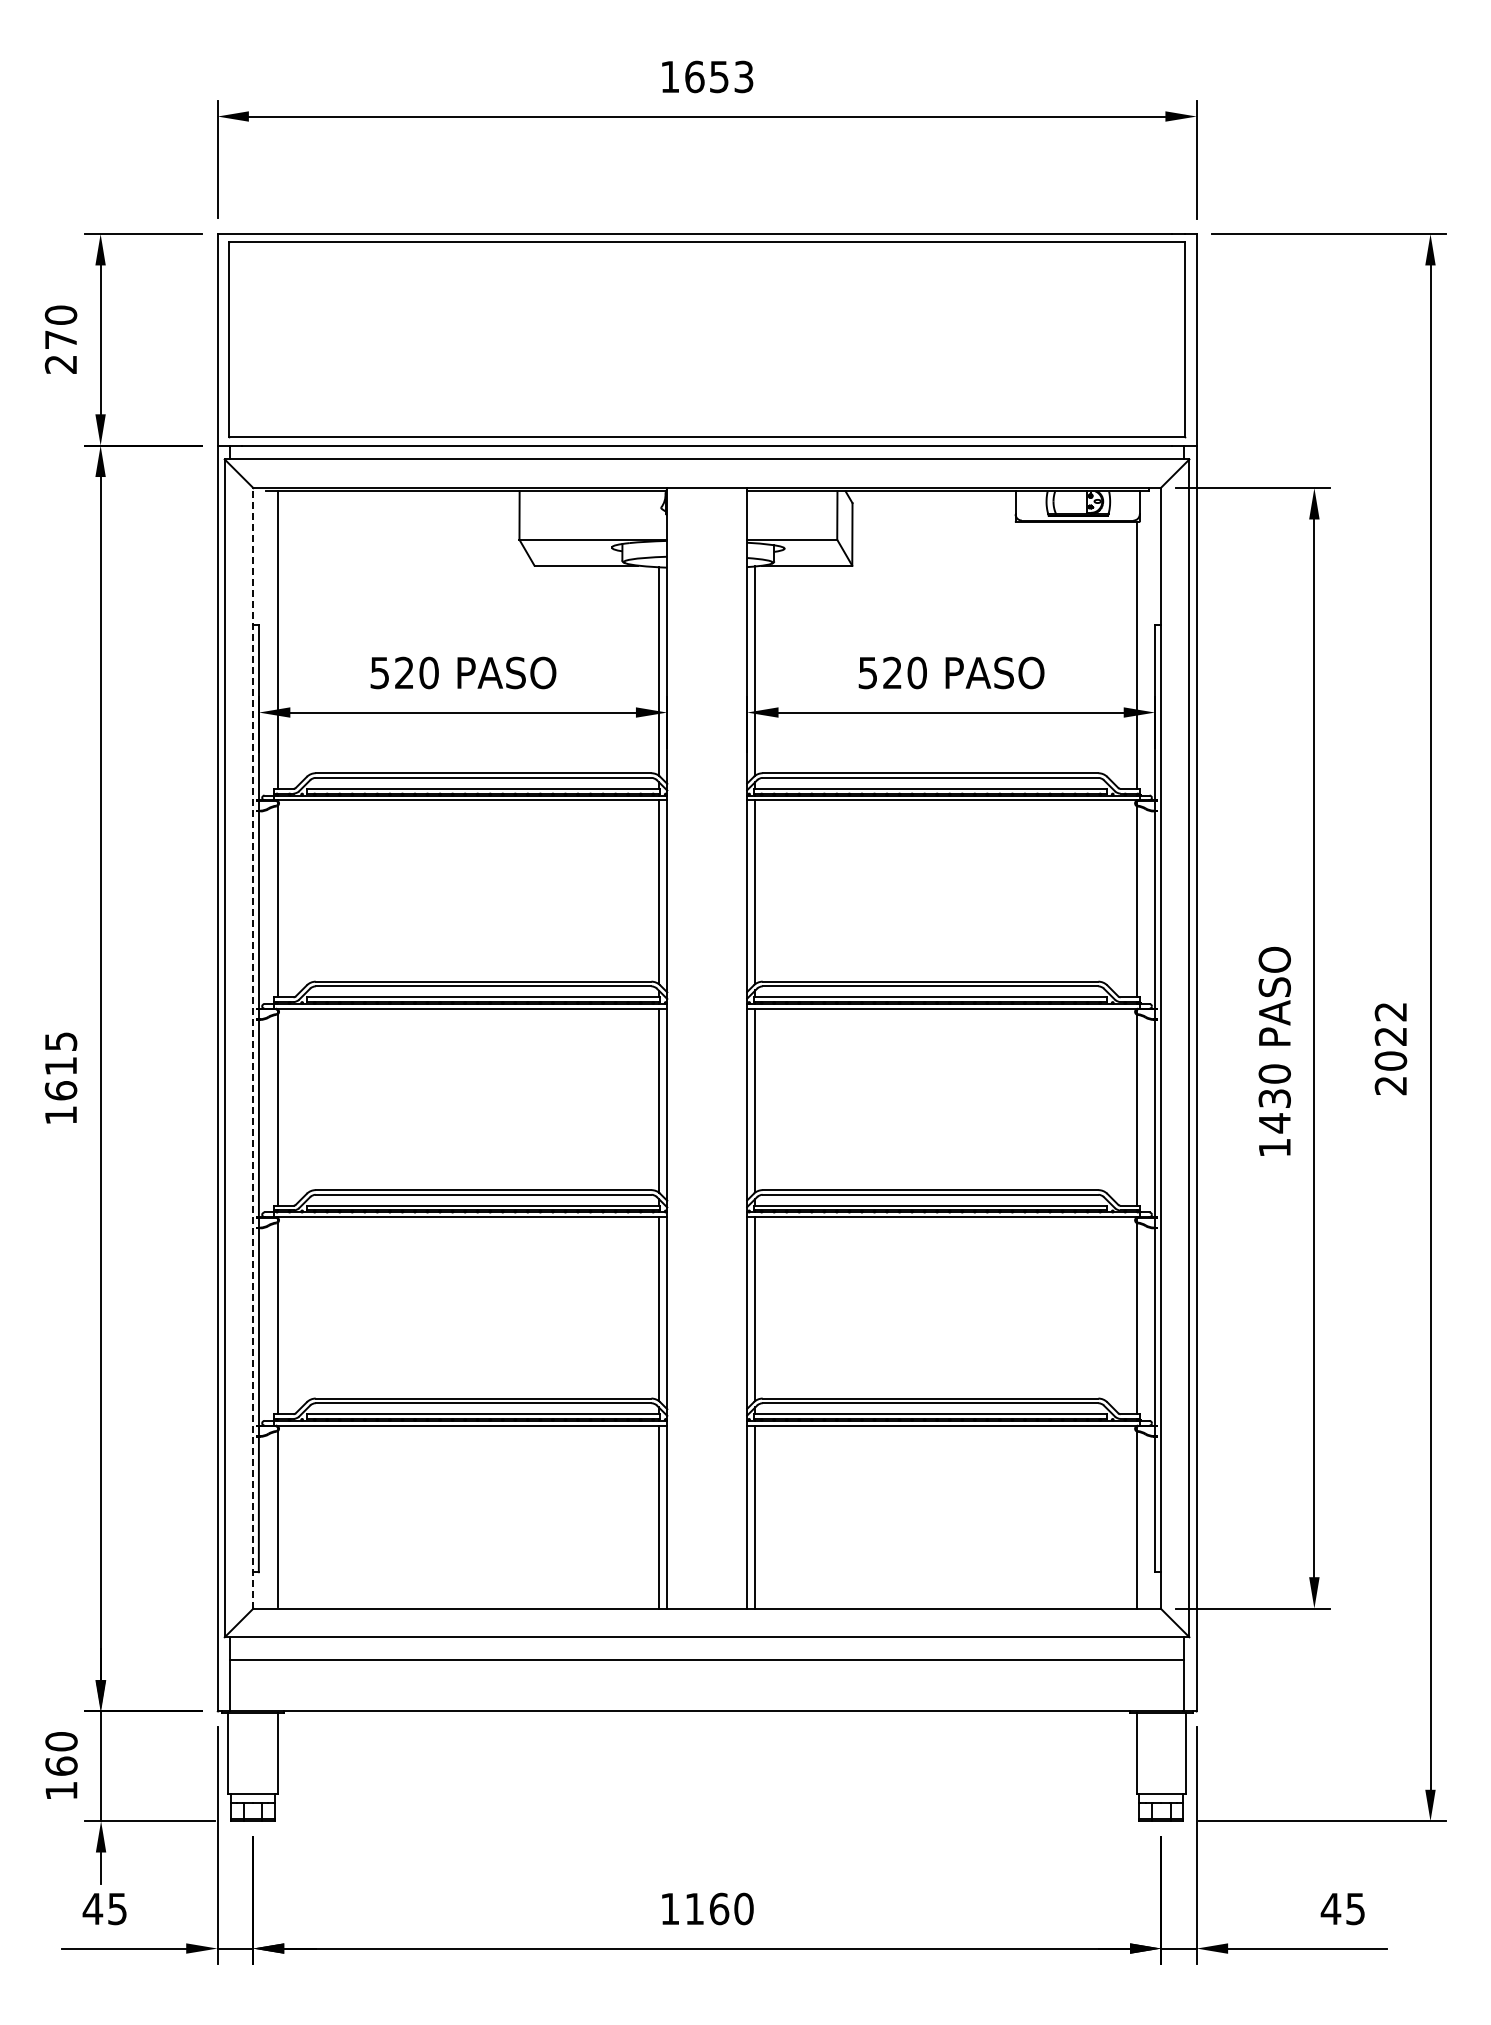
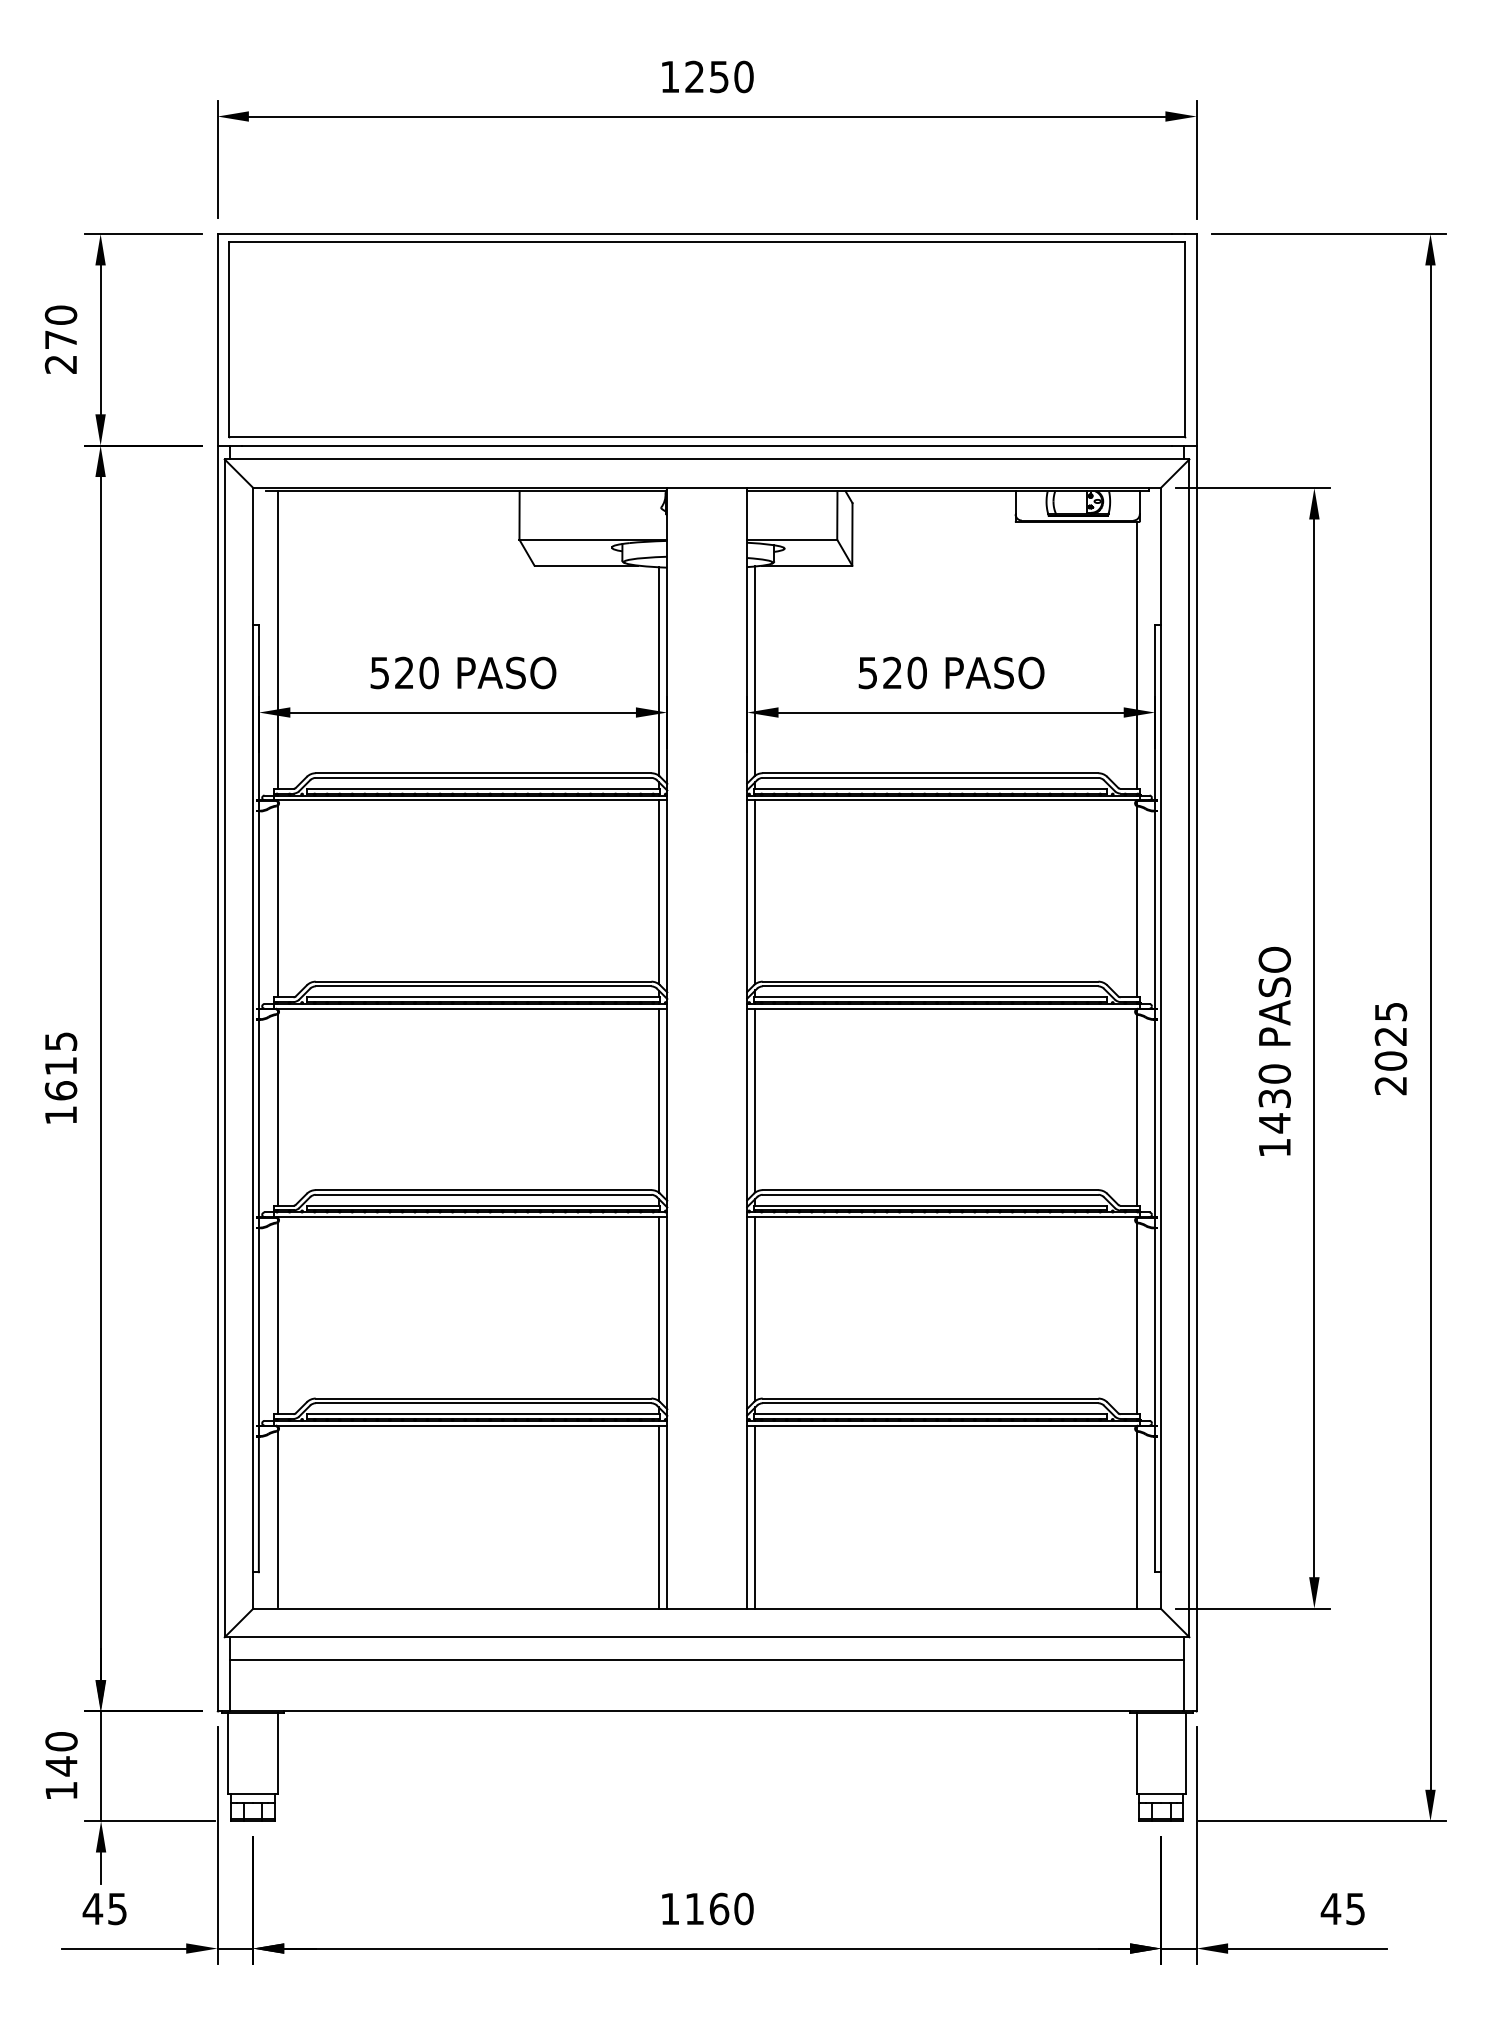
text at (719, 76): 1653 -> 1250
text at (1390, 1012): 2022 -> 2025
line at (253, 1047): dashed -> solid
text at (61, 1766): 160 -> 140
